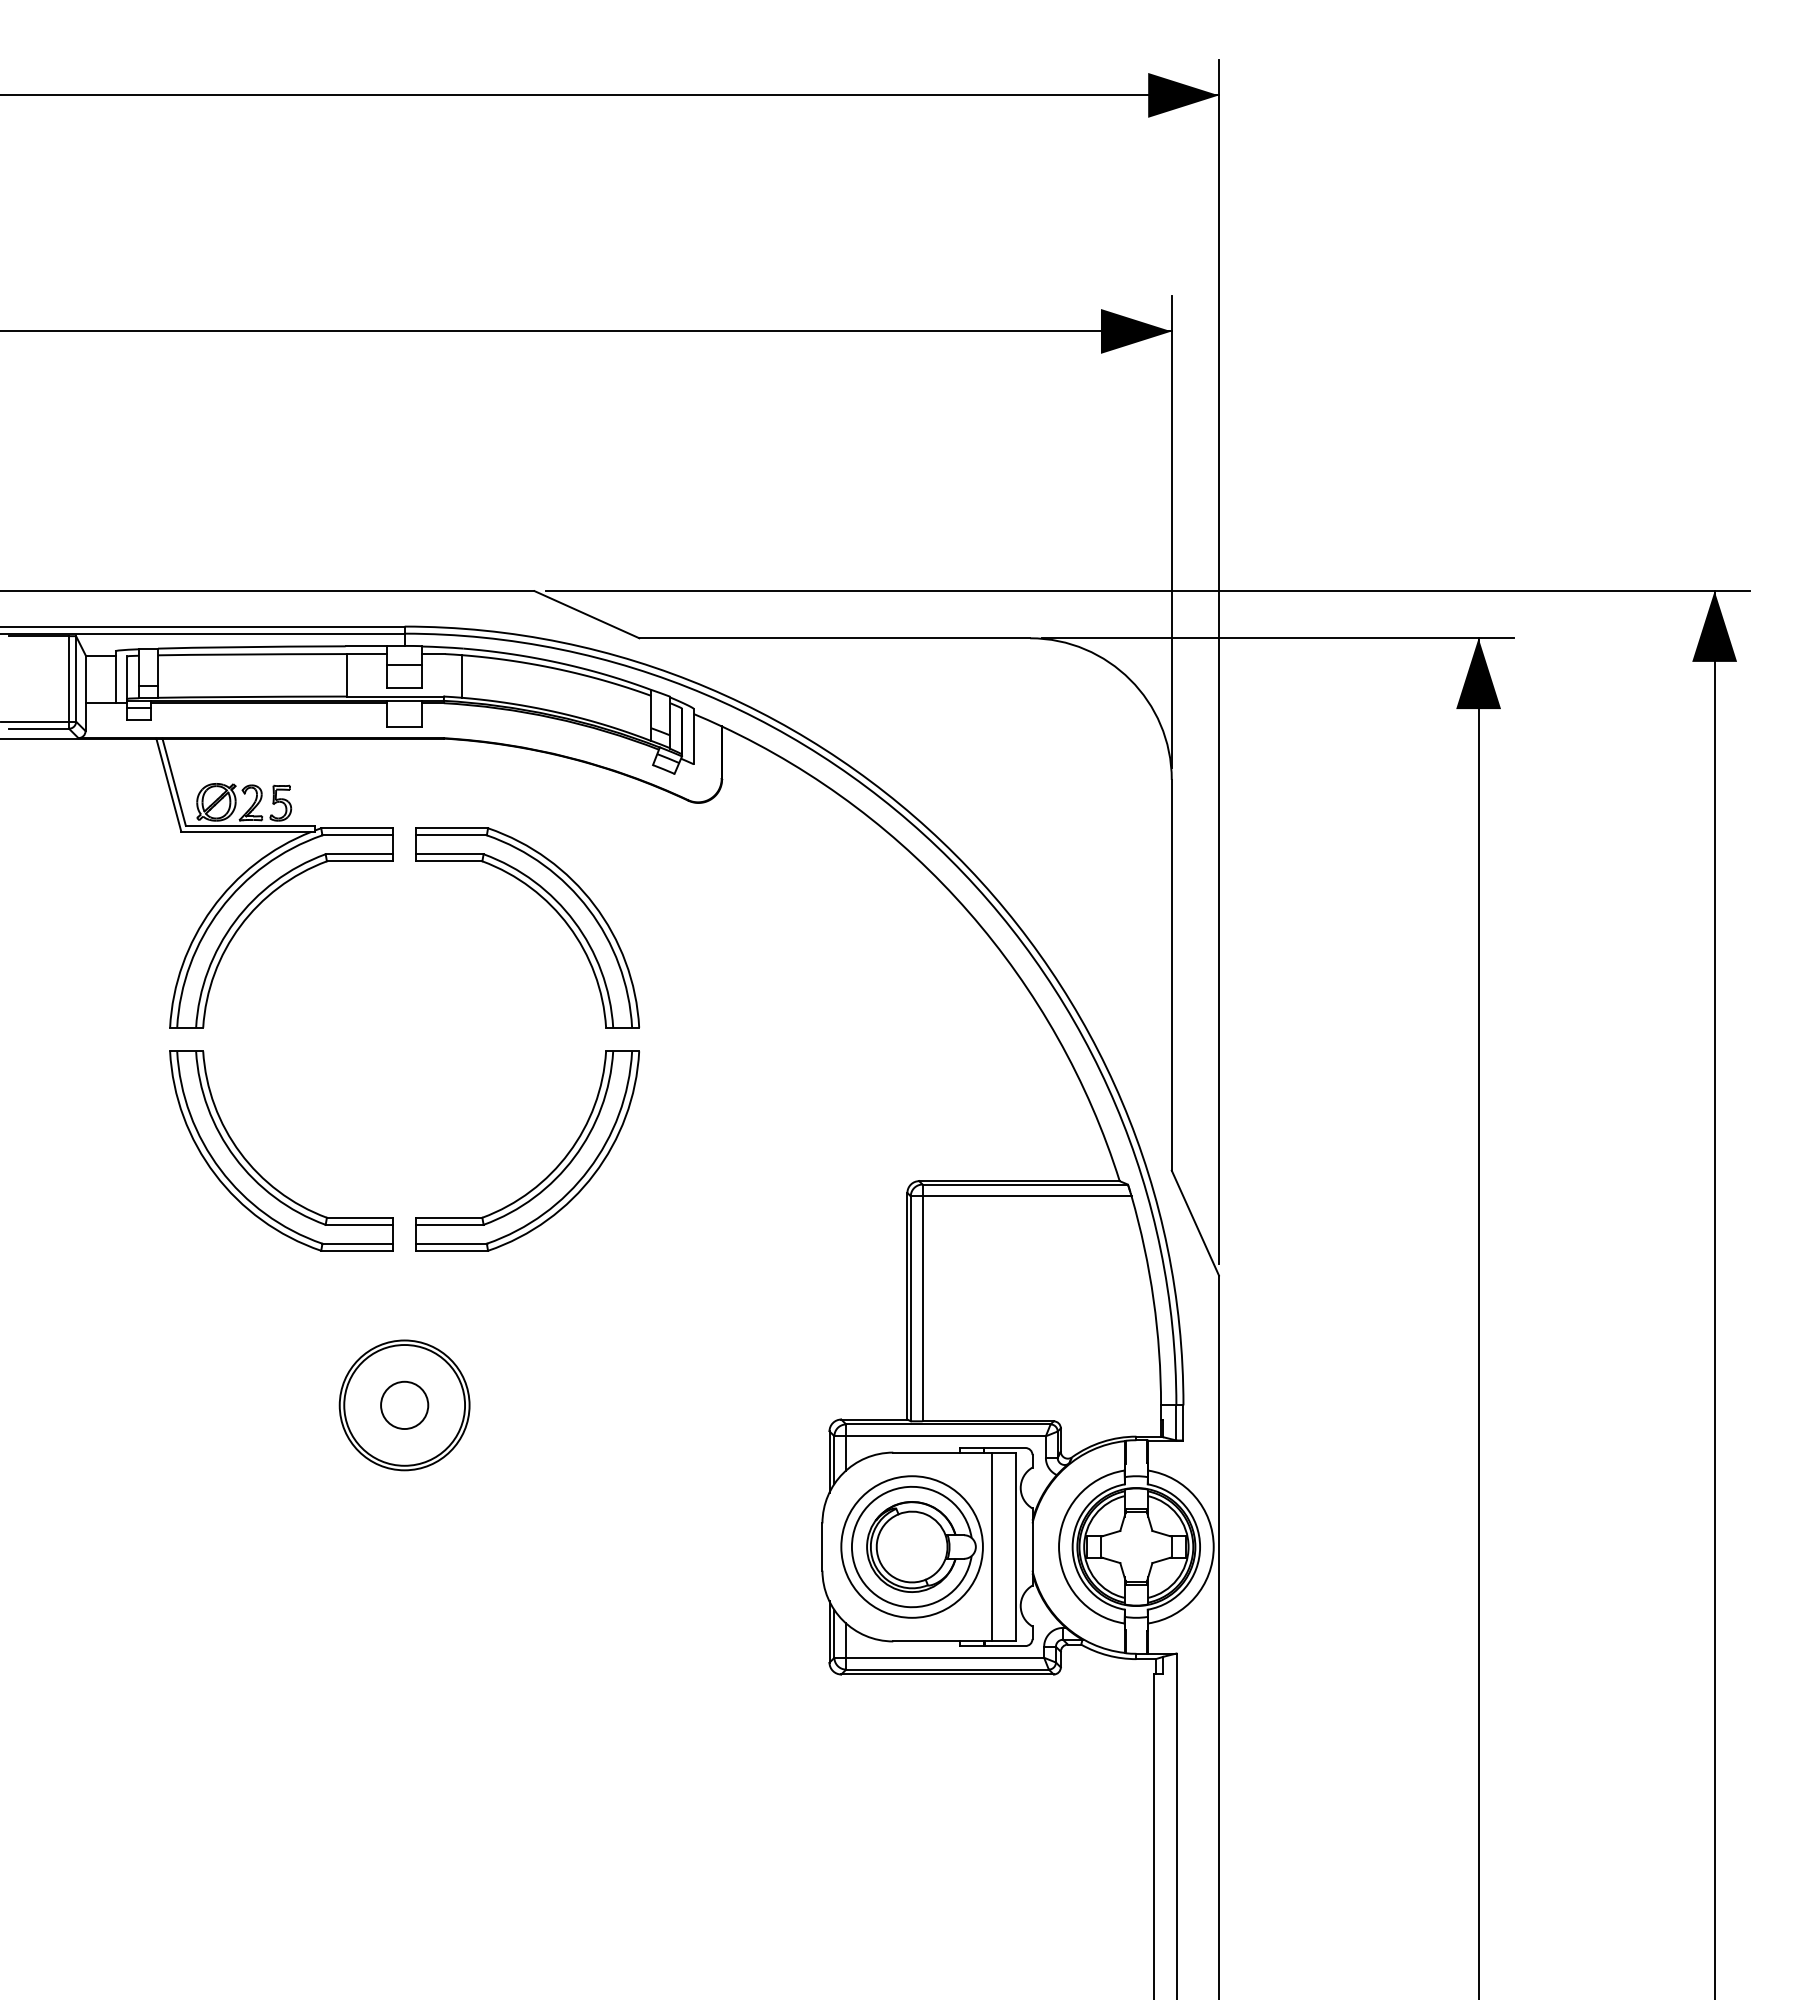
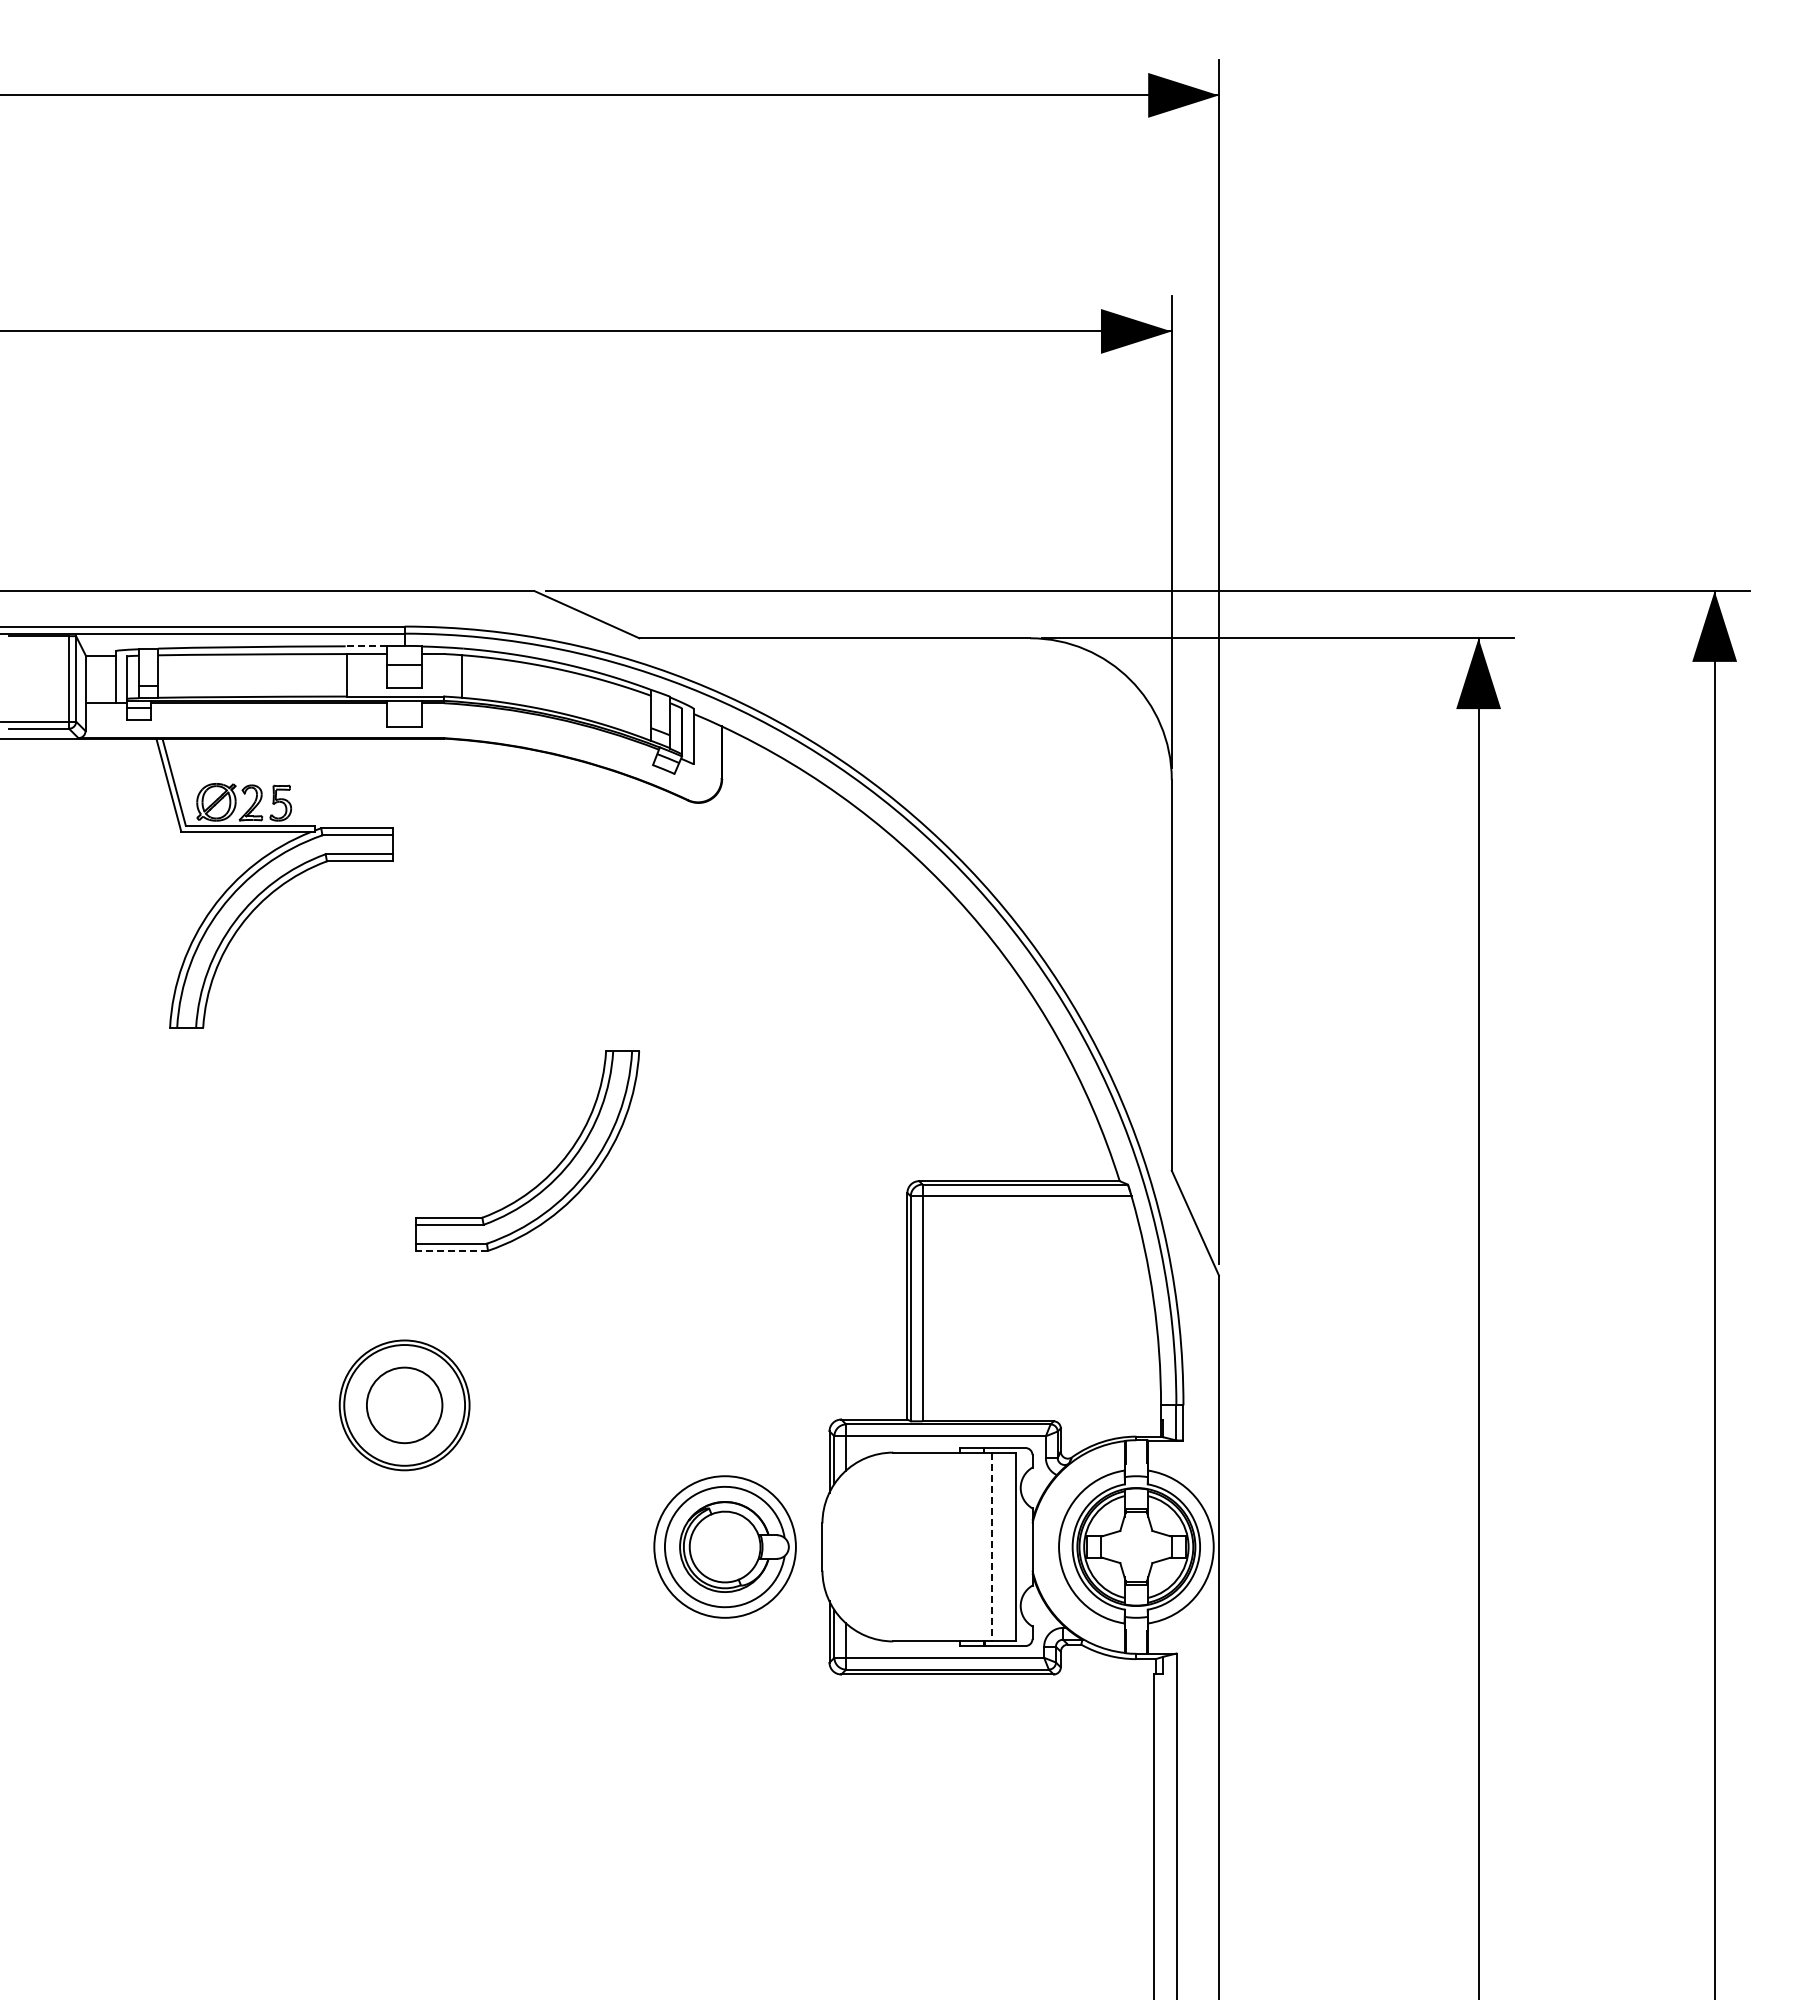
line at (366, 646): solid -> dashed
part at (549, 905): present -> none
part at (258, 1172): present -> none
line at (452, 1250): solid -> dashed
circle at (404, 1405) diameter: 47 px -> 76 px
part at (911, 1546) position: (911, 1546) -> (724, 1546)
line at (992, 1547): solid -> dashed
